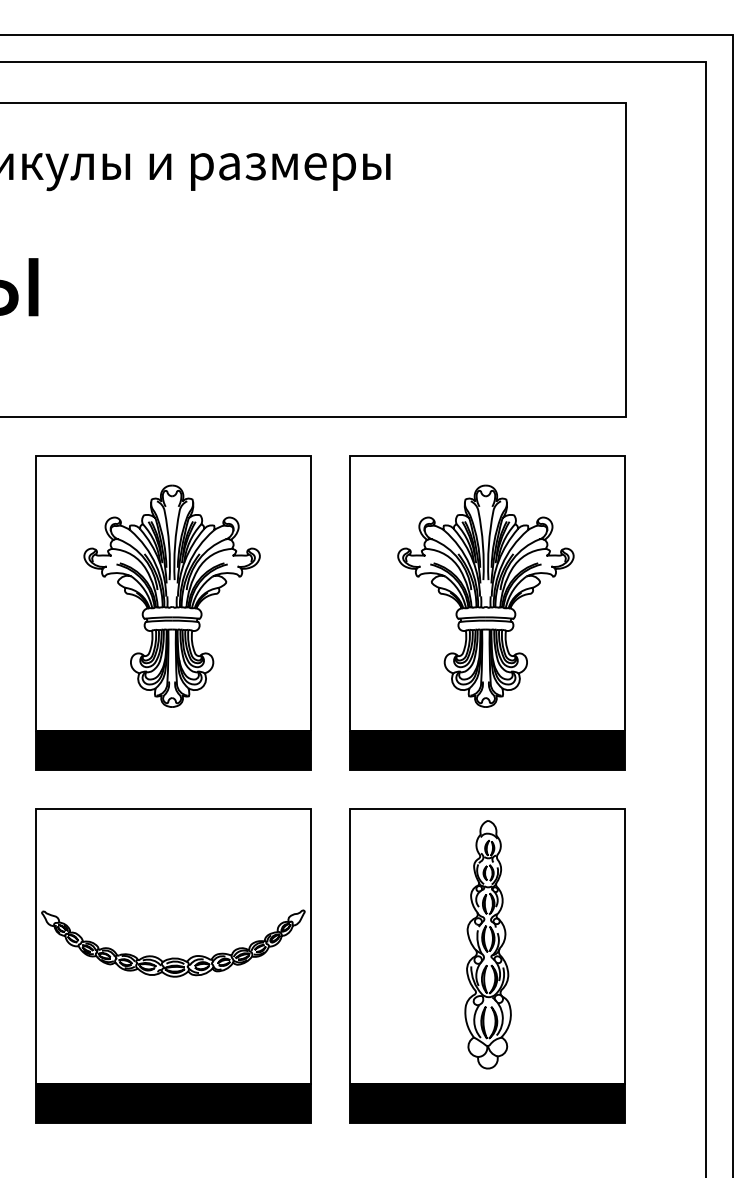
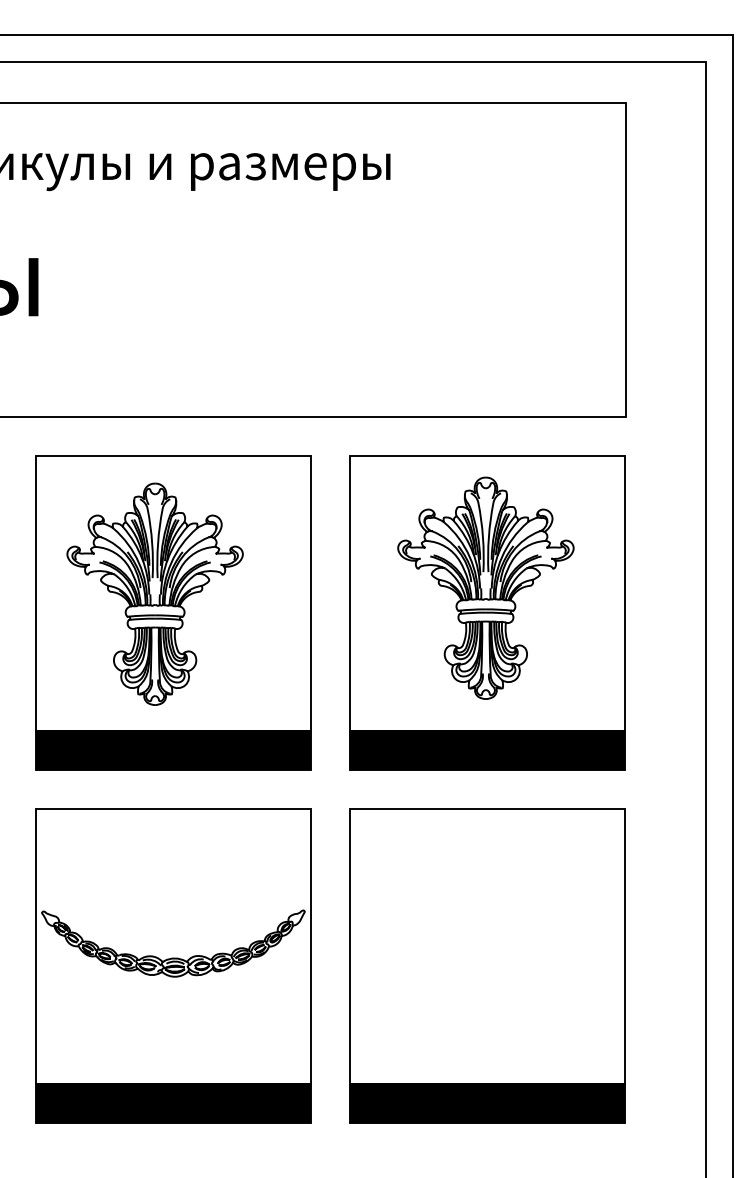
part at (171, 595) position: (171, 595) -> (154, 593)
part at (485, 595) position: (485, 595) -> (485, 587)
part at (487, 944): present -> none
